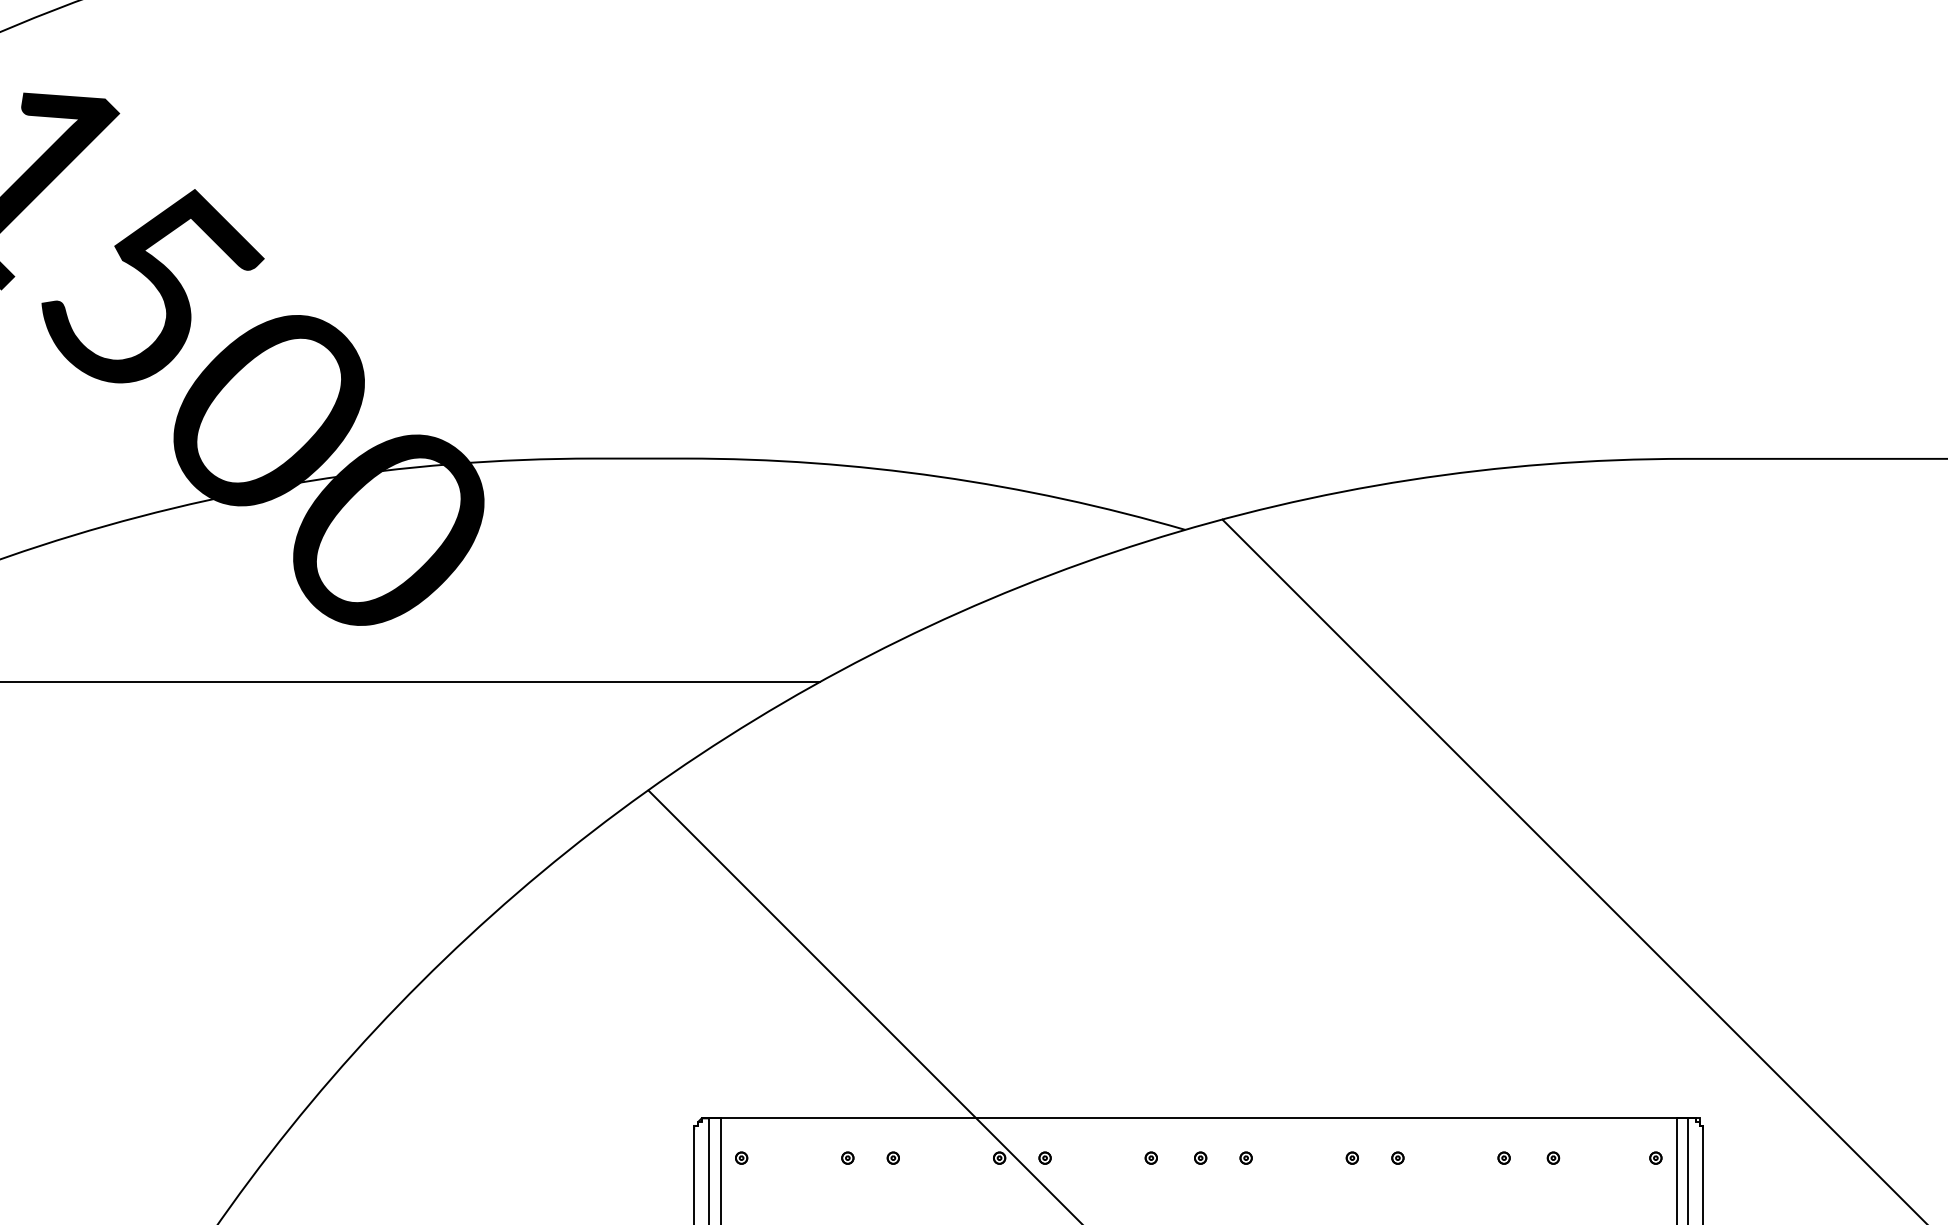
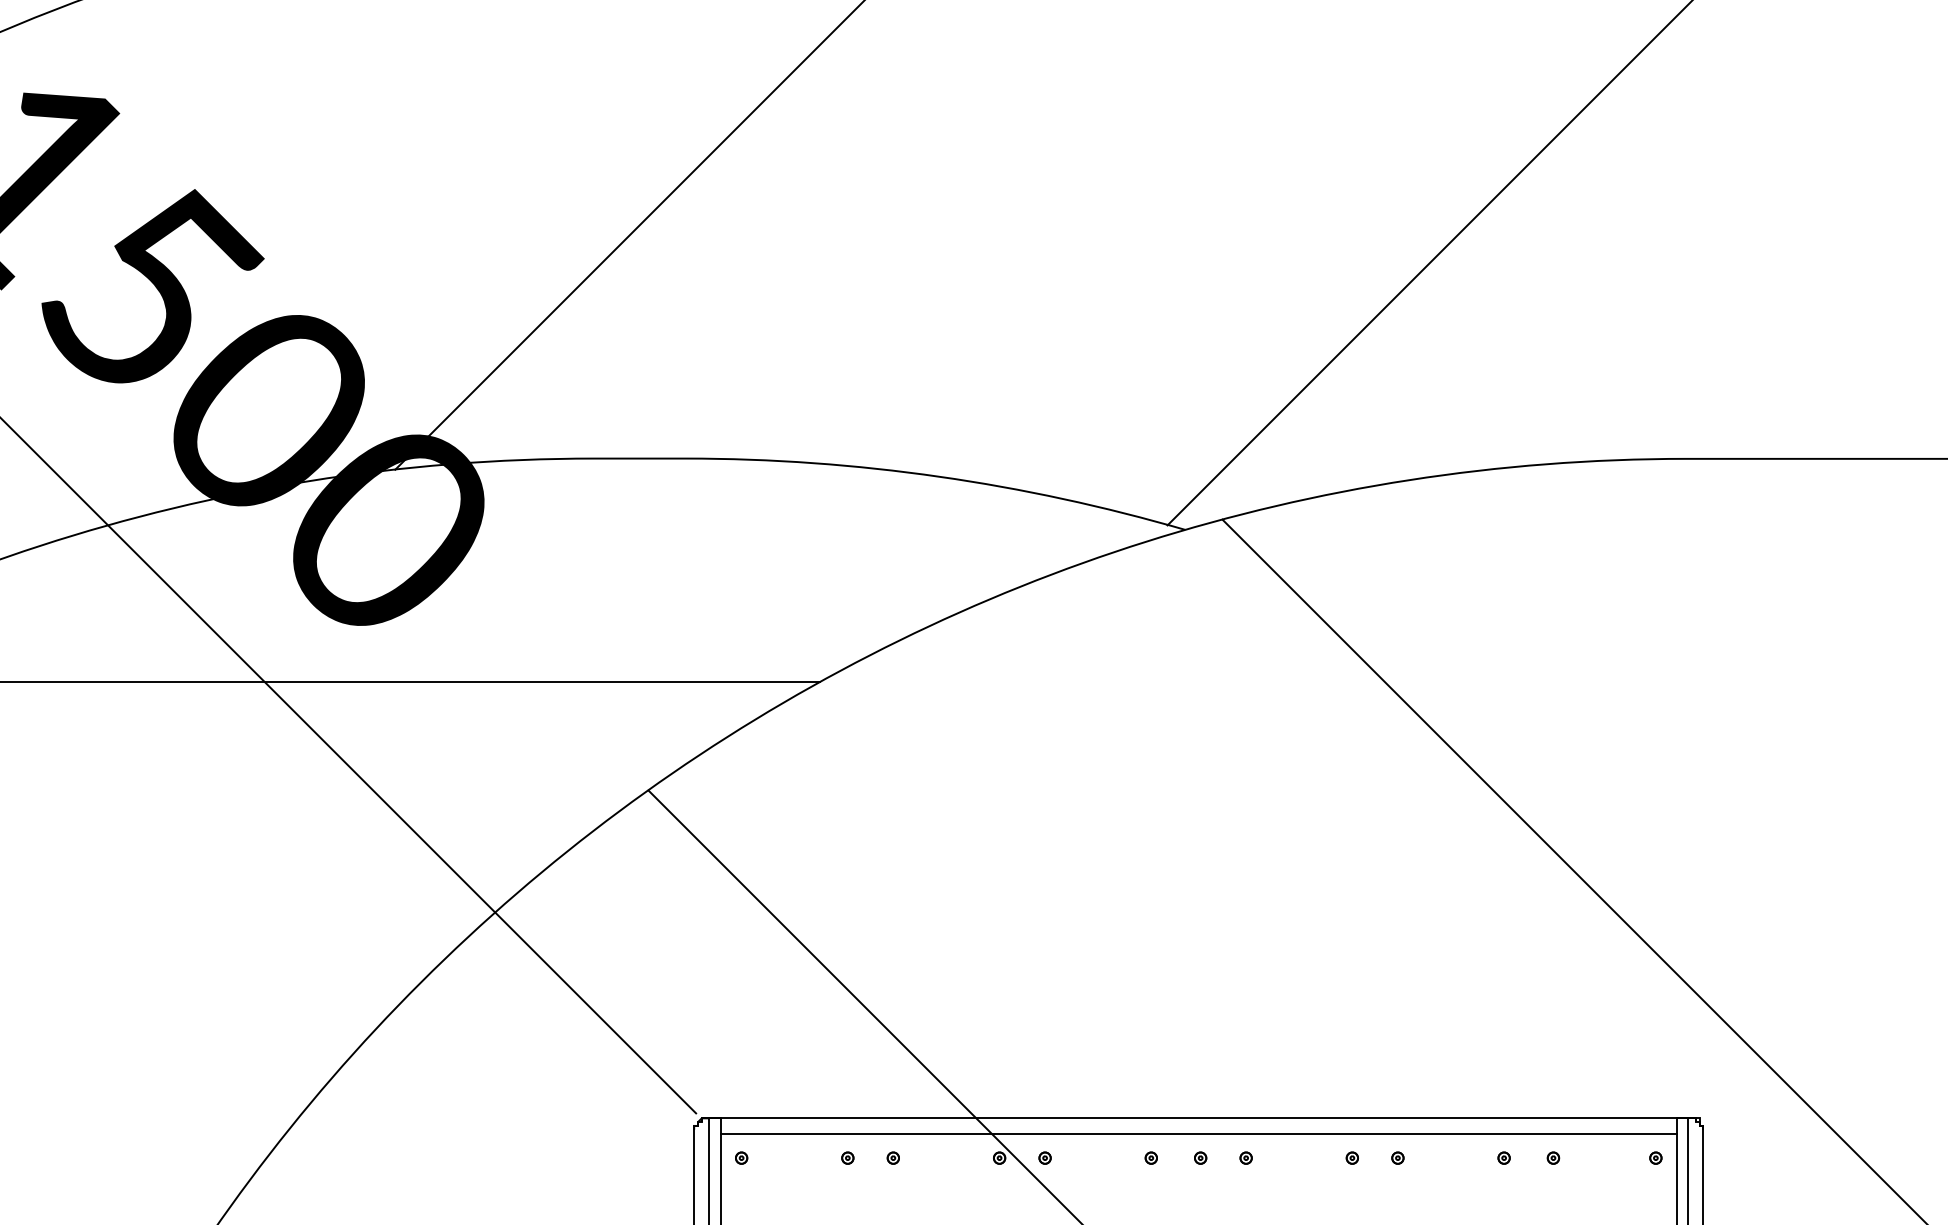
line at (628, 235): none -> present
line at (1428, 263): none -> present
line at (349, 766): none -> present
line at (1198, 1133): none -> present
